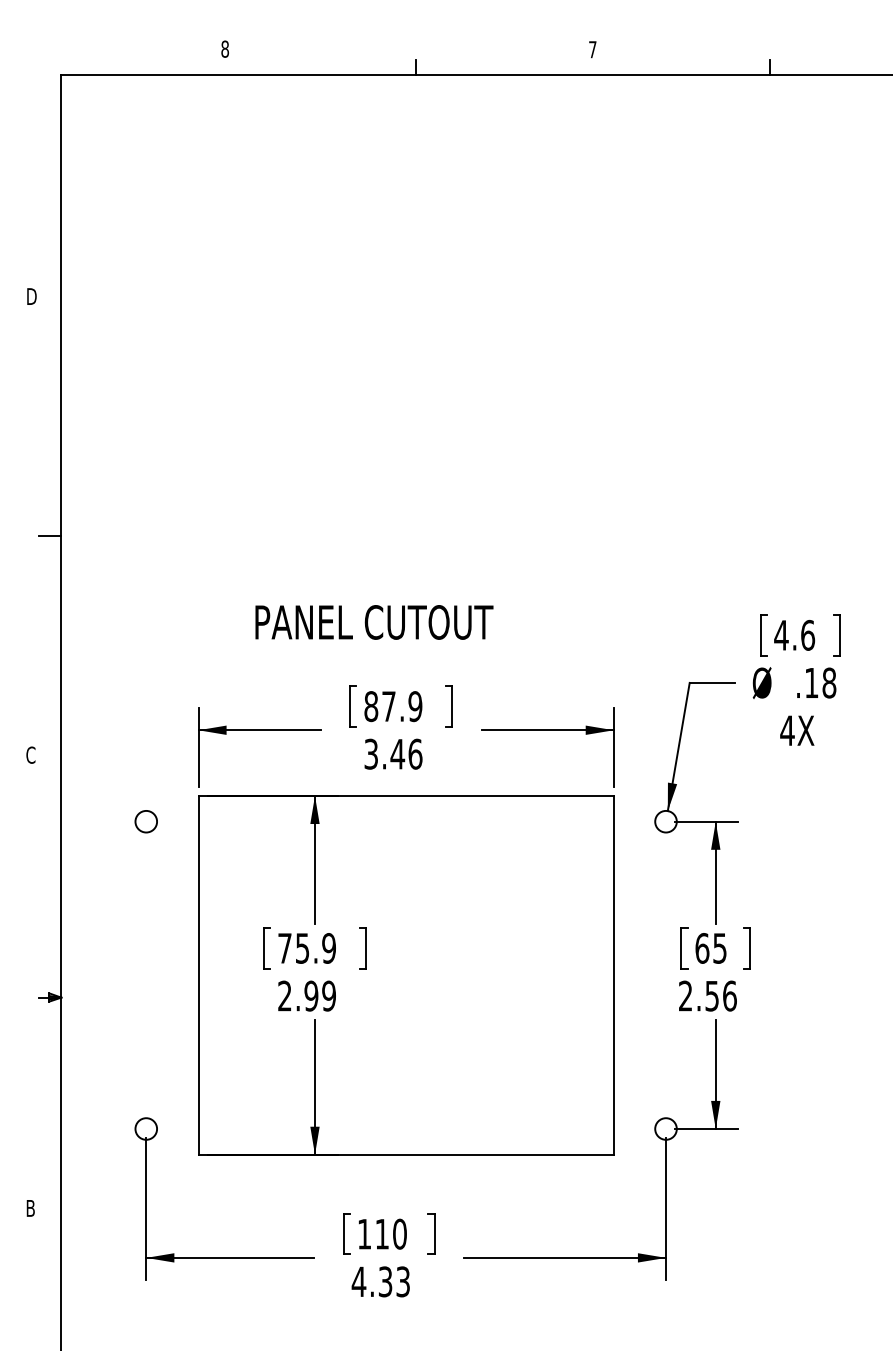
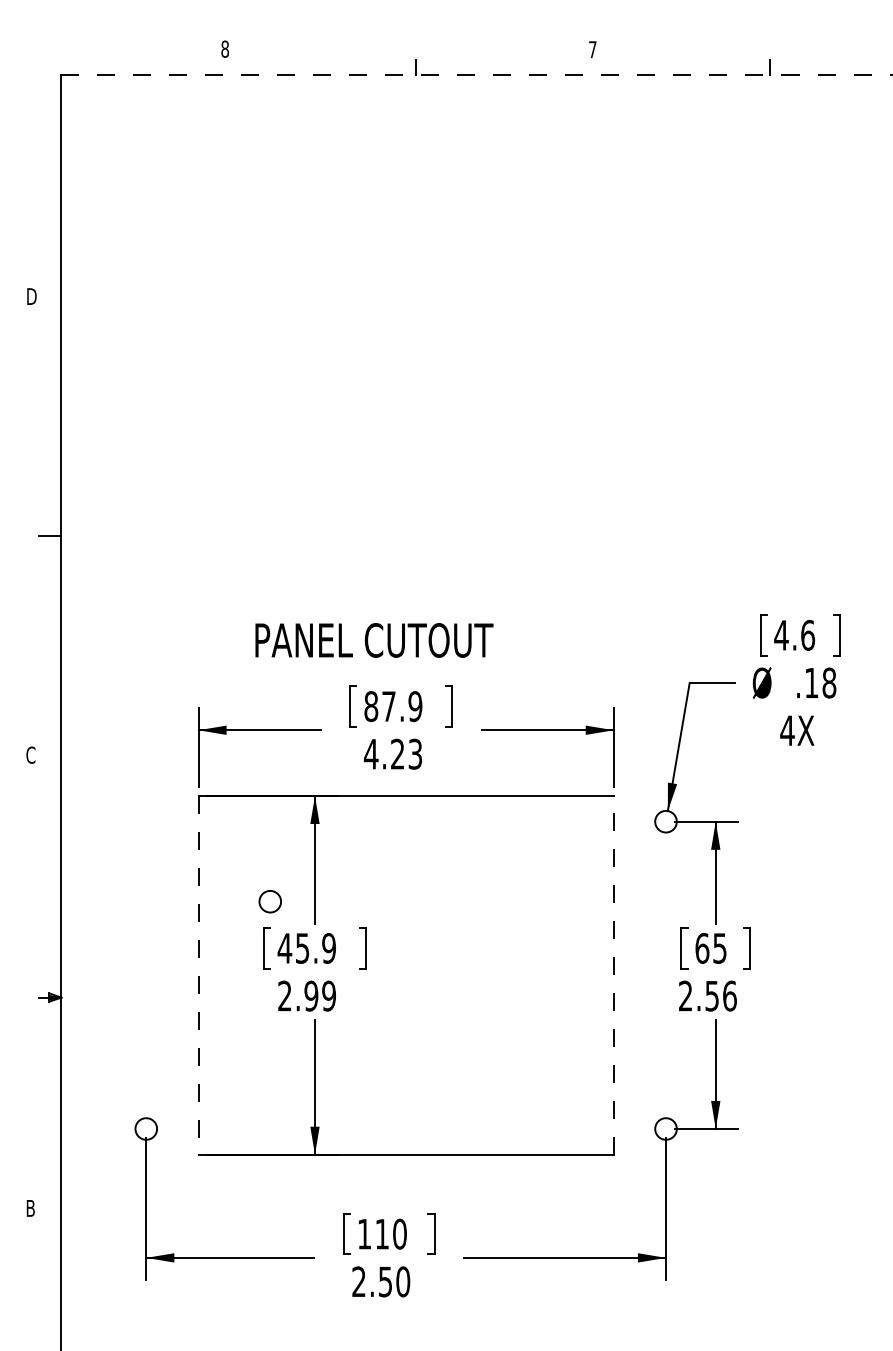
line at (477, 74): solid -> dashed
text at (374, 622) position: (374, 622) -> (374, 640)
text at (392, 753): 3.46 -> 4.23
circle at (145, 821) position: (145, 821) -> (269, 901)
text at (284, 948): 75.9 -> 45.9
line at (613, 974): solid -> dashed
line at (198, 975): solid -> dashed
text at (380, 1281): 4.33 -> 2.50
